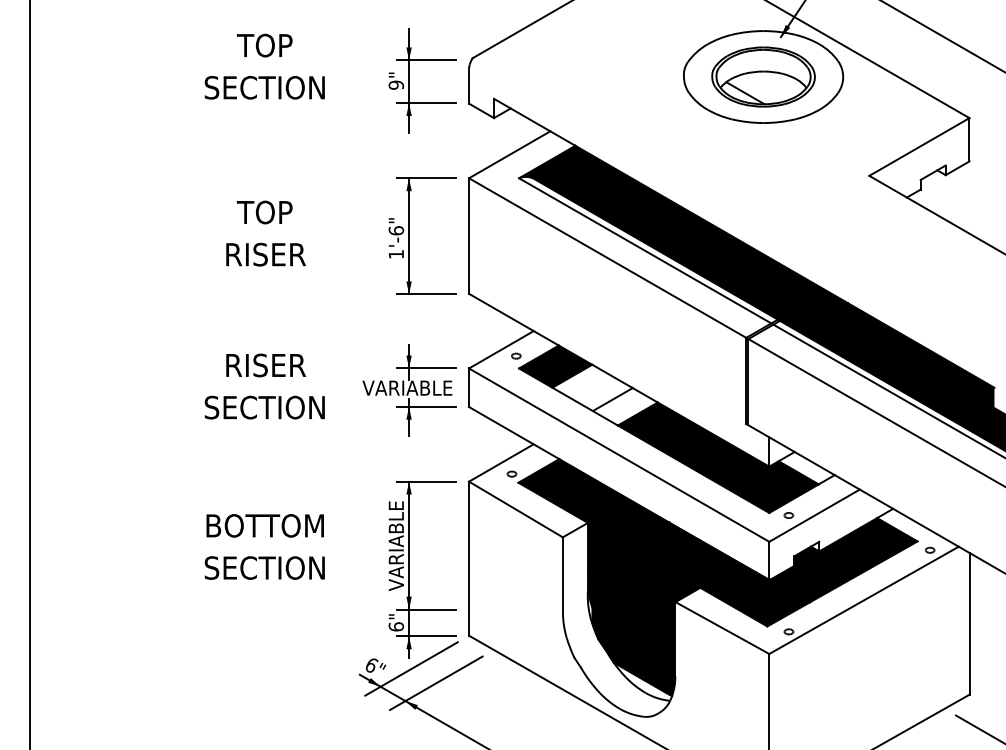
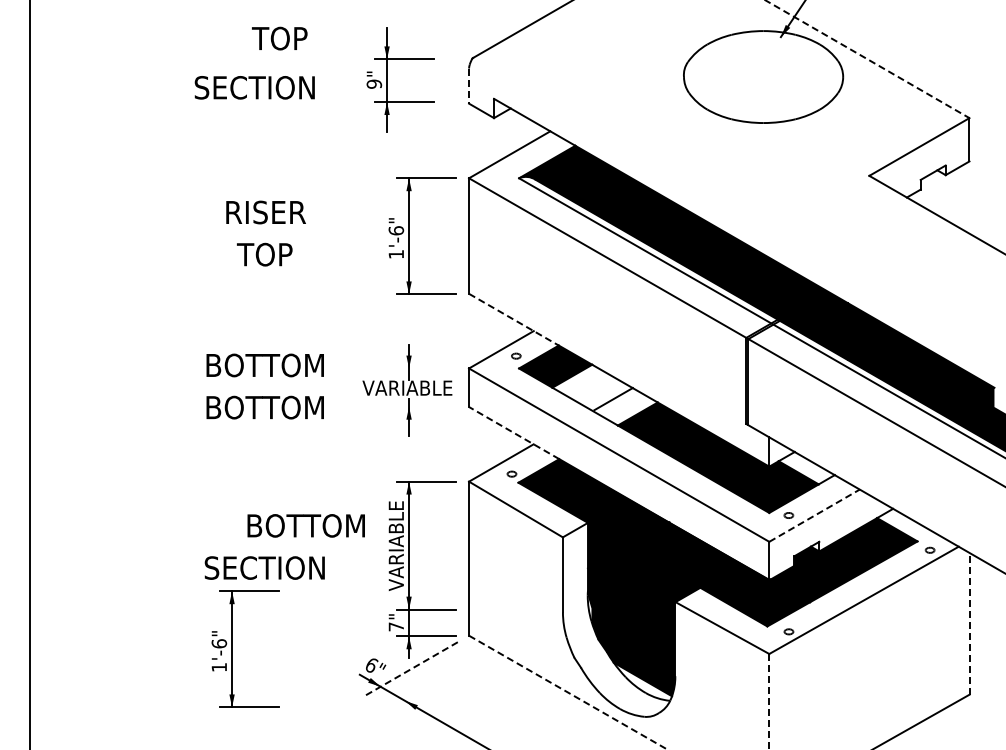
line at (942, 36): present -> none
text at (264, 45) position: (264, 45) -> (279, 38)
line at (867, 59): solid -> dashed
part at (763, 76): present -> none
part at (409, 80) position: (409, 80) -> (387, 79)
line at (469, 86): solid -> dashed
text at (264, 87) position: (264, 87) -> (254, 87)
text at (265, 212): TOP -> RISER
text at (265, 254): RISER -> TOP
line at (513, 319): solid -> dashed
text at (264, 365): RISER -> BOTTOM
line at (425, 368): present -> none
line at (425, 406): present -> none
text at (264, 407): SECTION -> BOTTOM
line at (513, 432): solid -> dashed
line at (814, 515): solid -> dashed
text at (264, 525) position: (264, 525) -> (305, 525)
line at (969, 623): solid -> dashed
text at (396, 626): 6" -> 7"
part at (232, 648): none -> present
line at (411, 669): solid -> dashed
line at (436, 683): present -> none
line at (568, 692): solid -> dashed
line at (769, 701): solid -> dashed
line at (979, 728): present -> none
